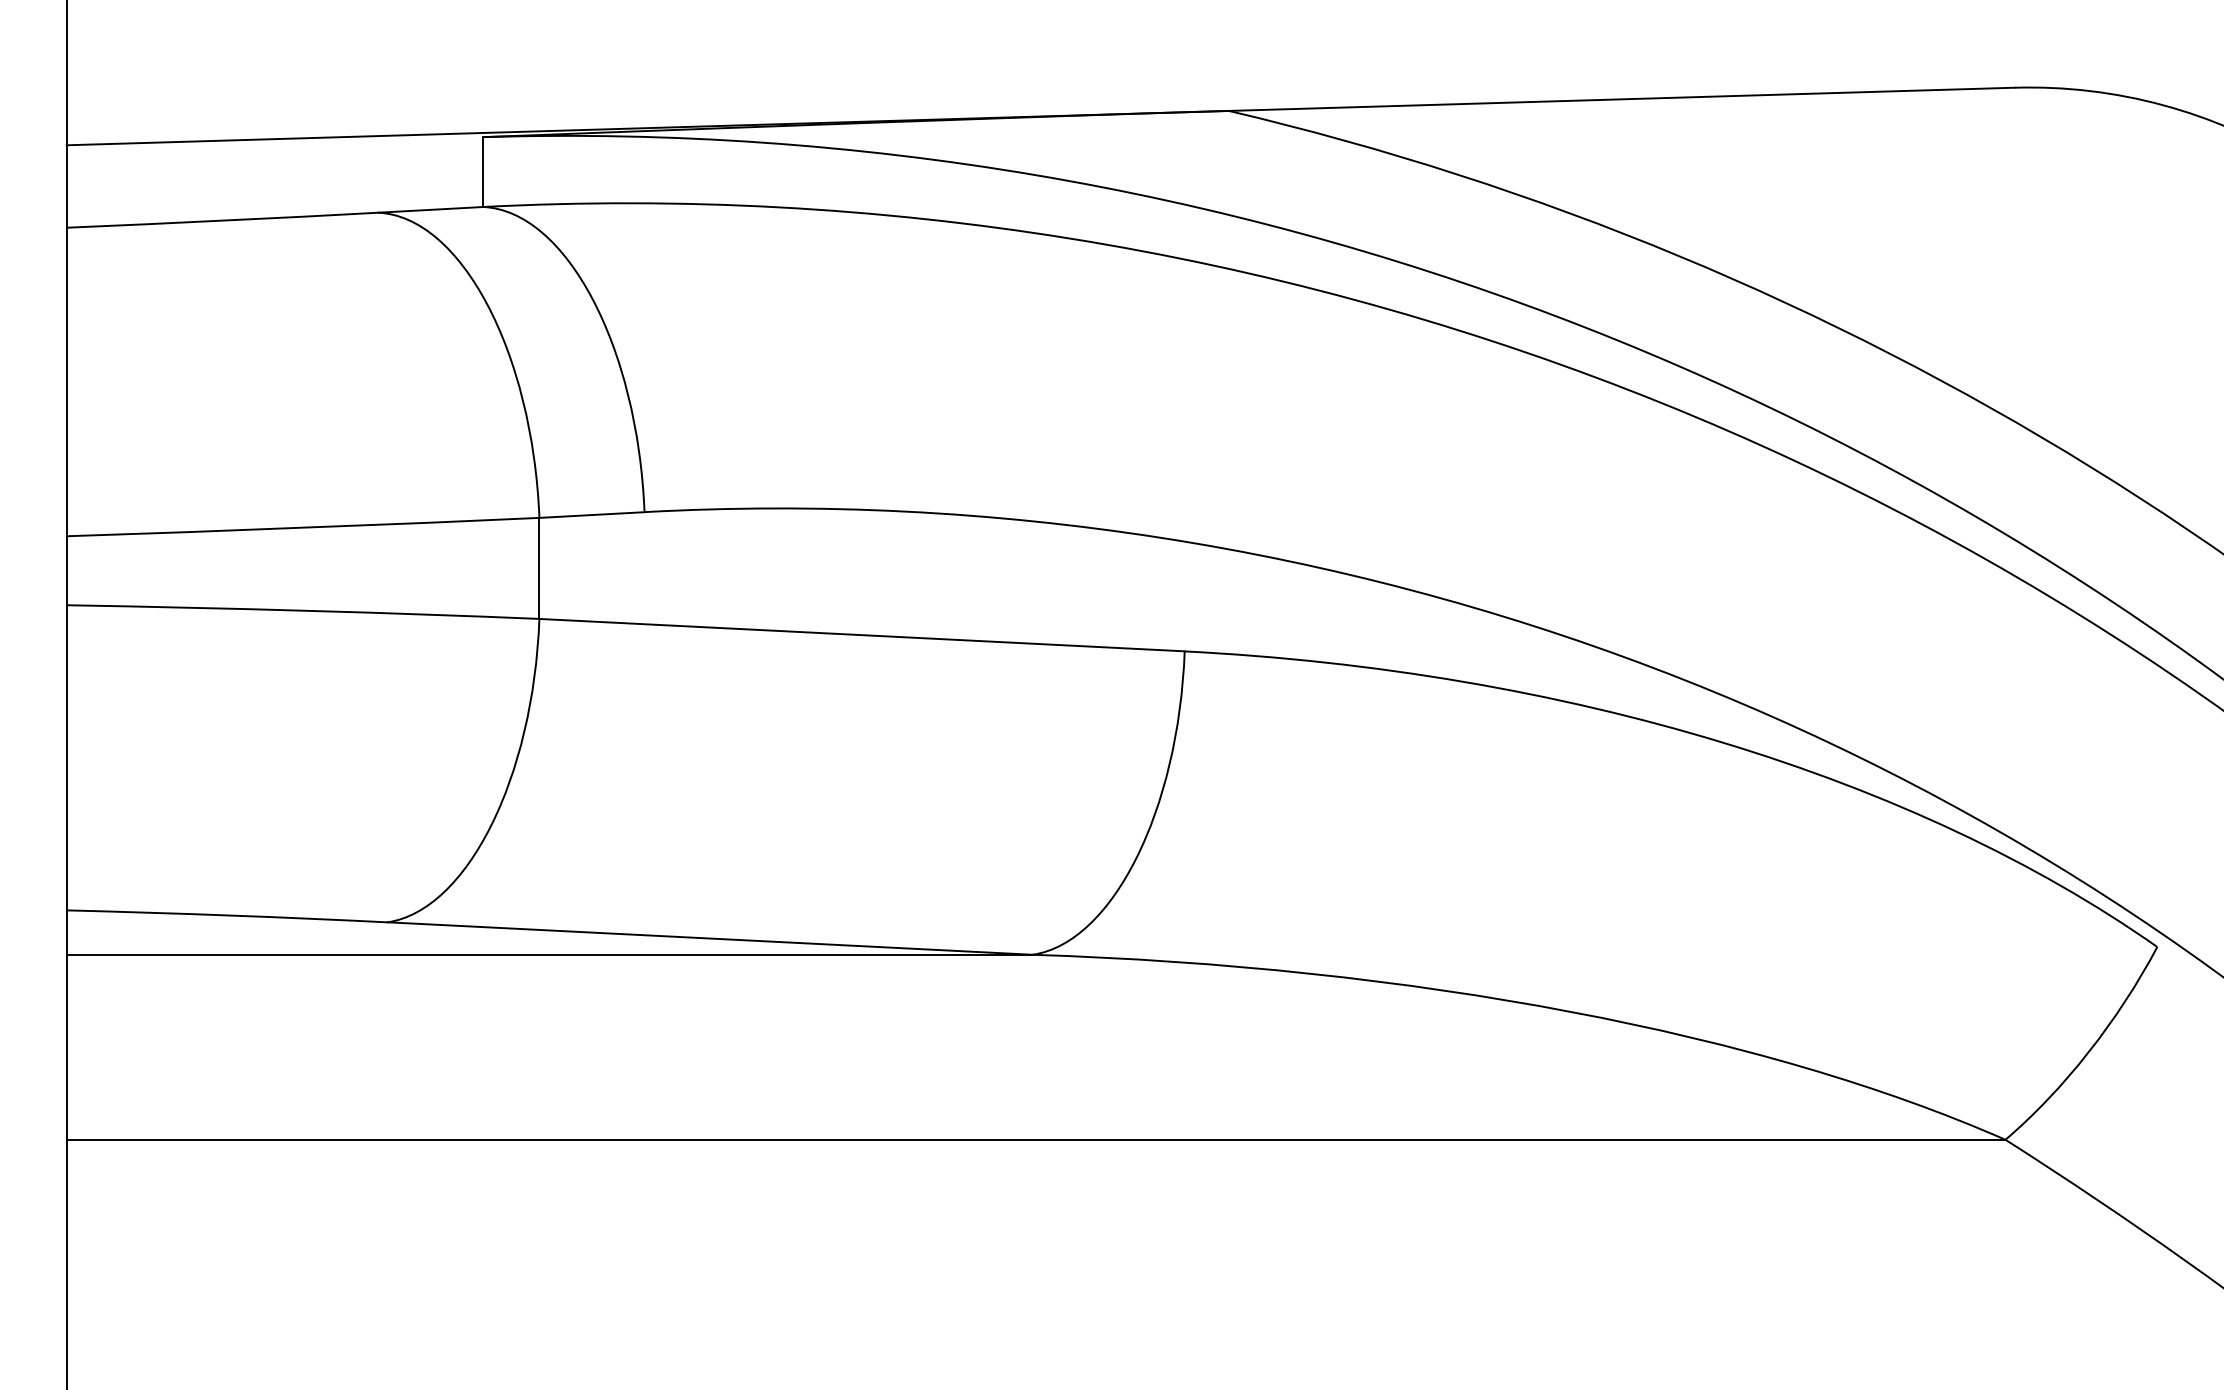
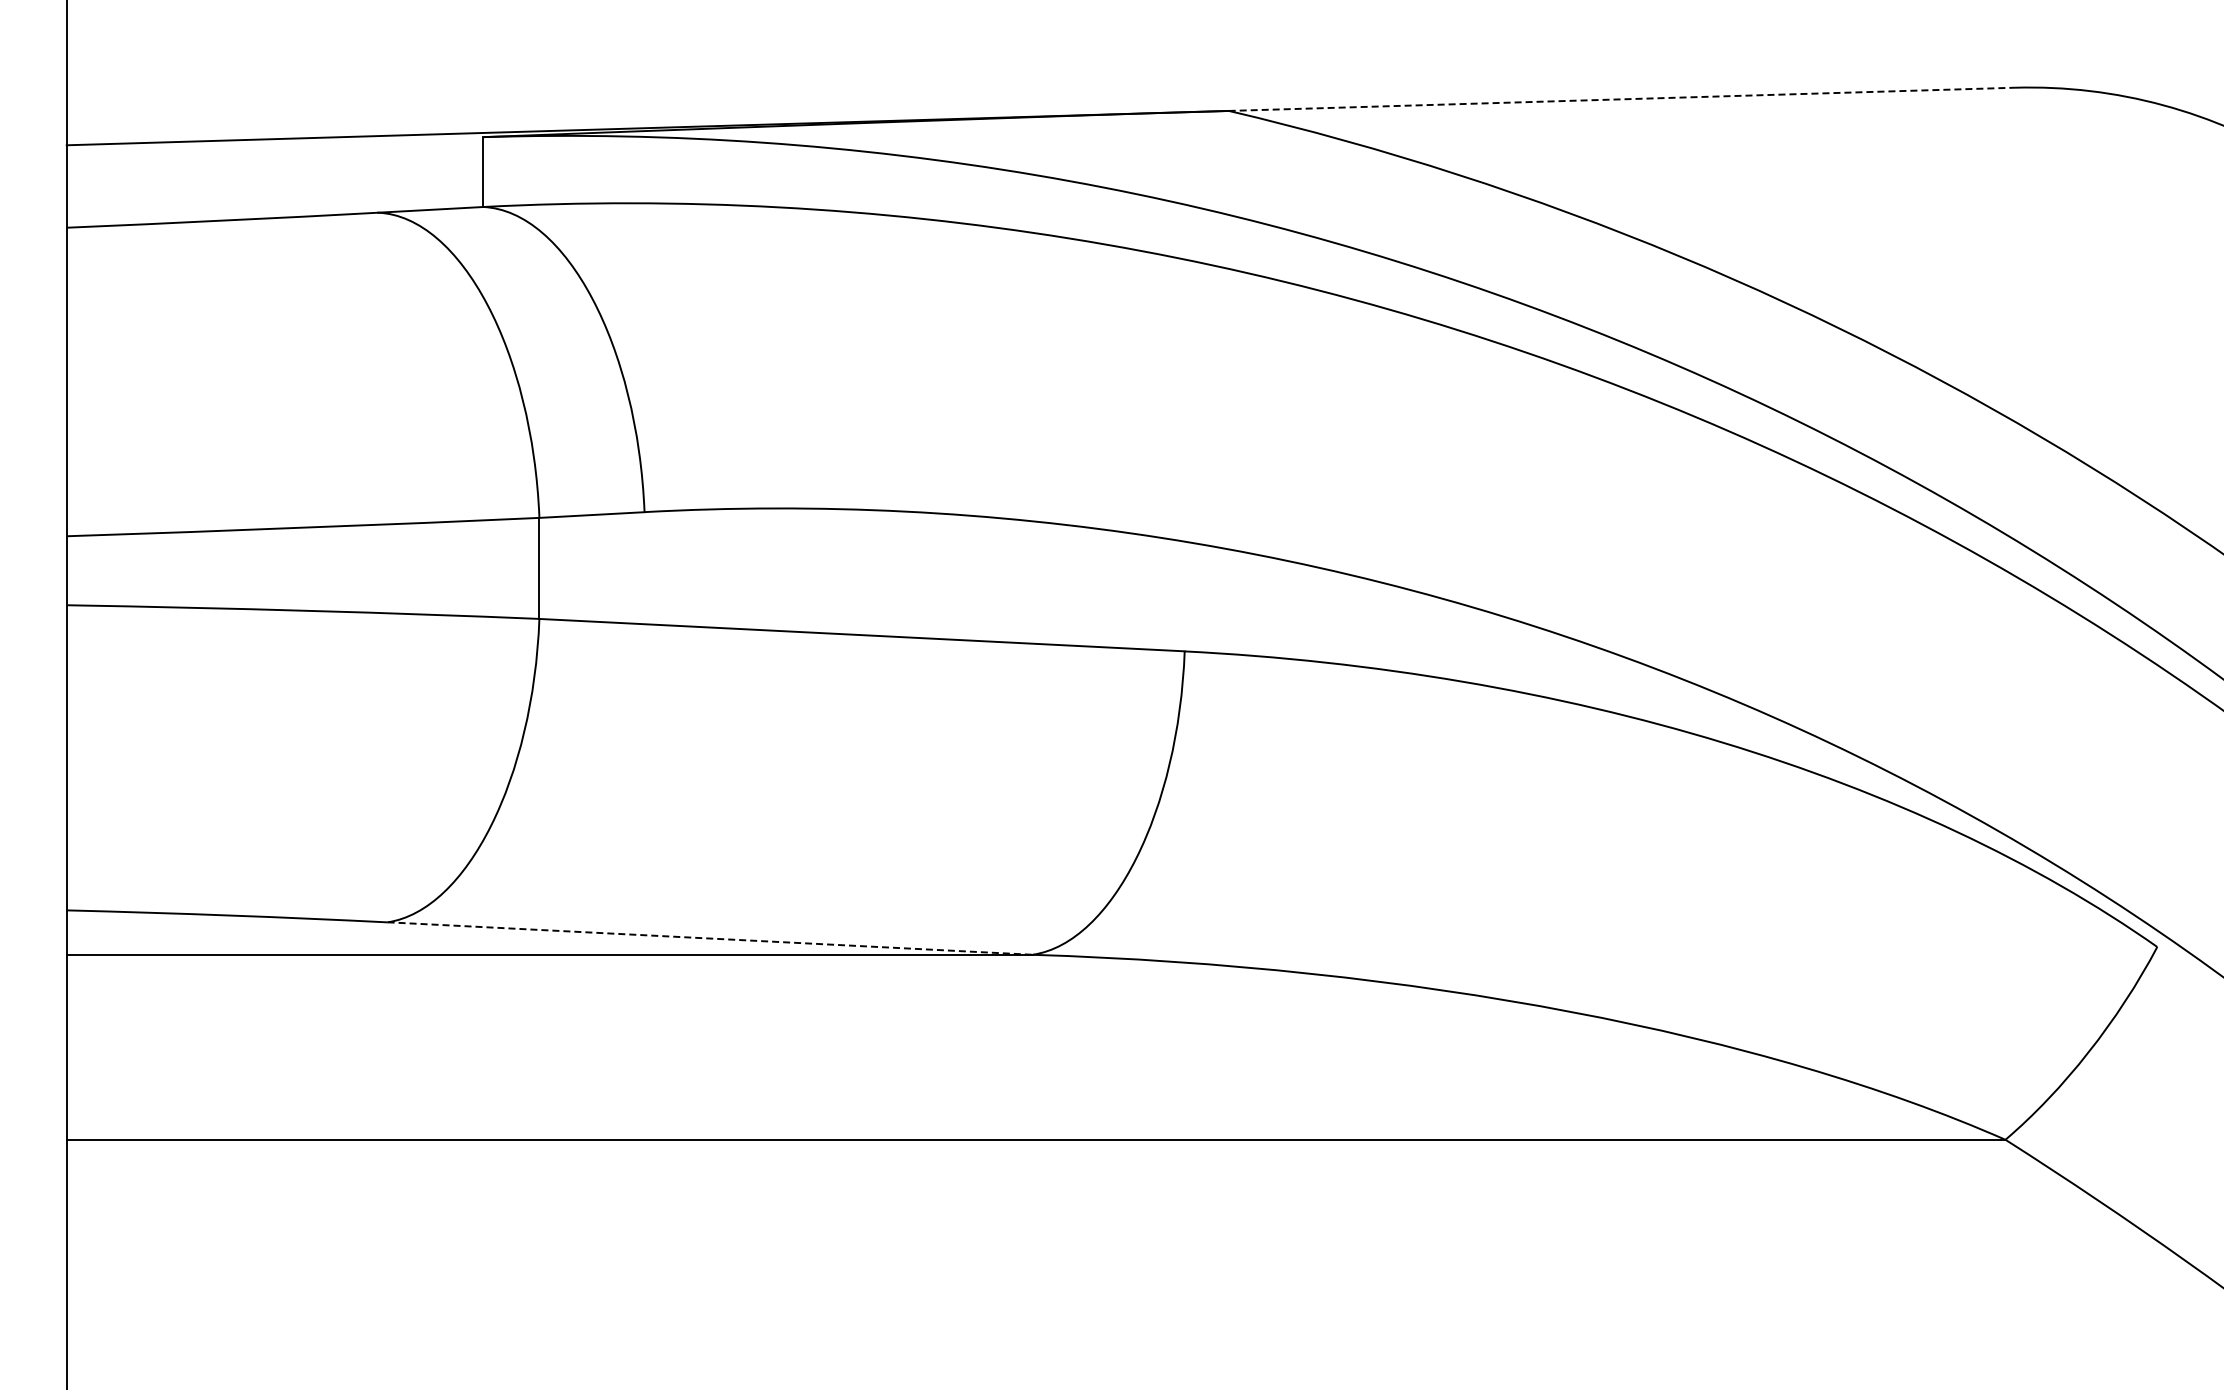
line at (1622, 99): solid -> dashed
line at (710, 938): solid -> dashed
